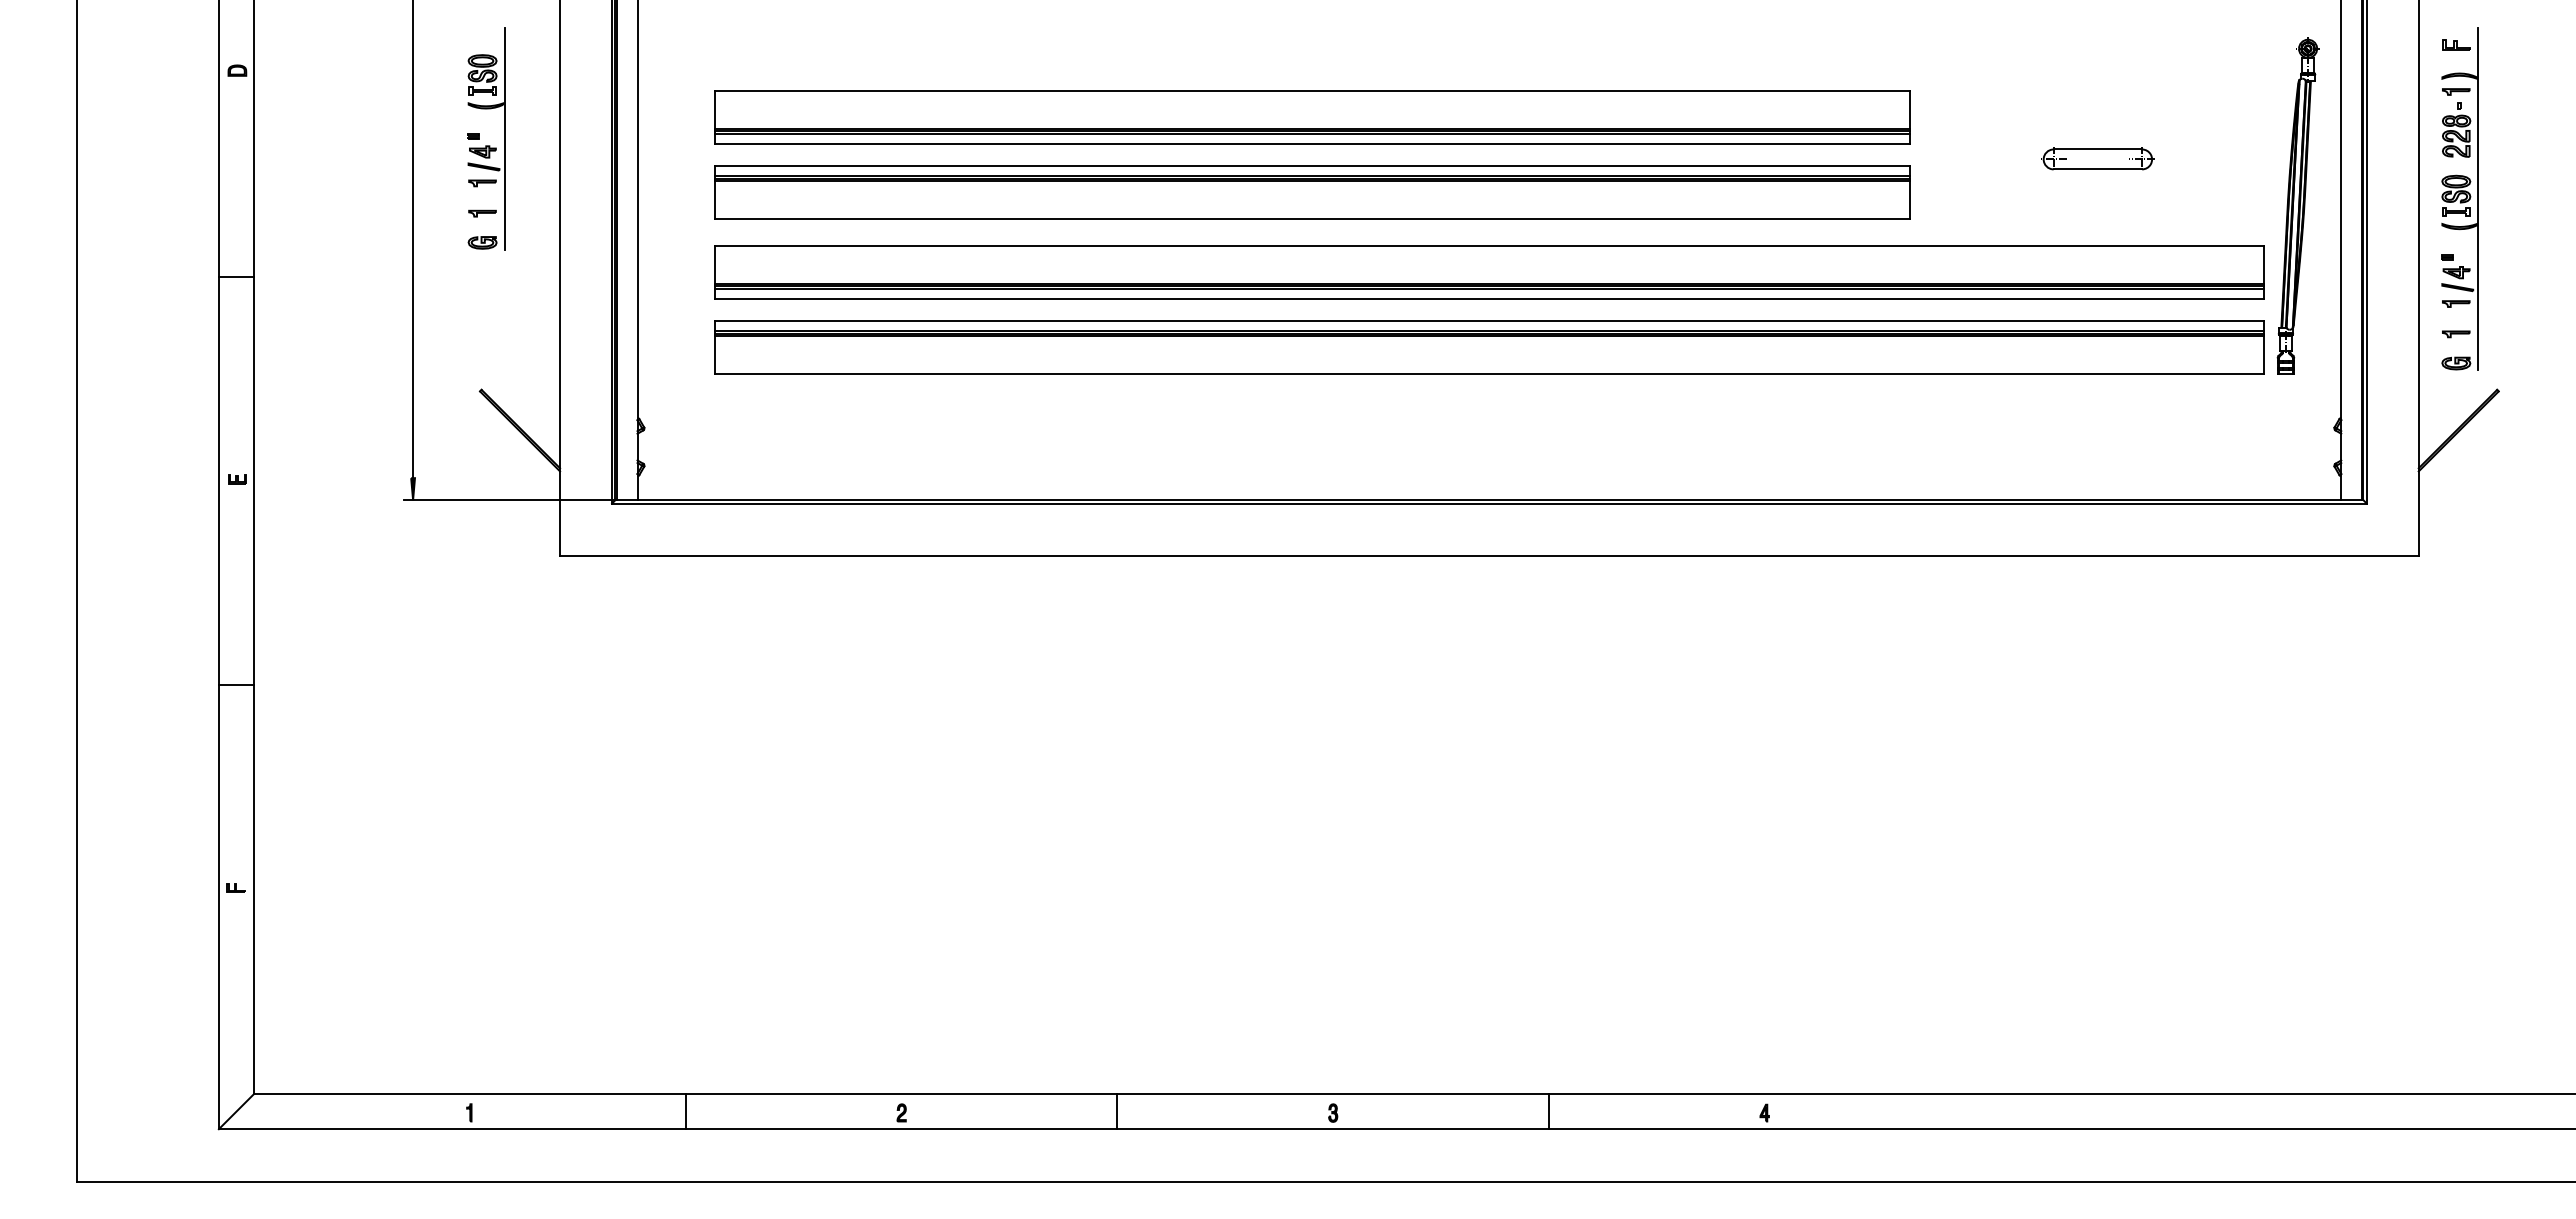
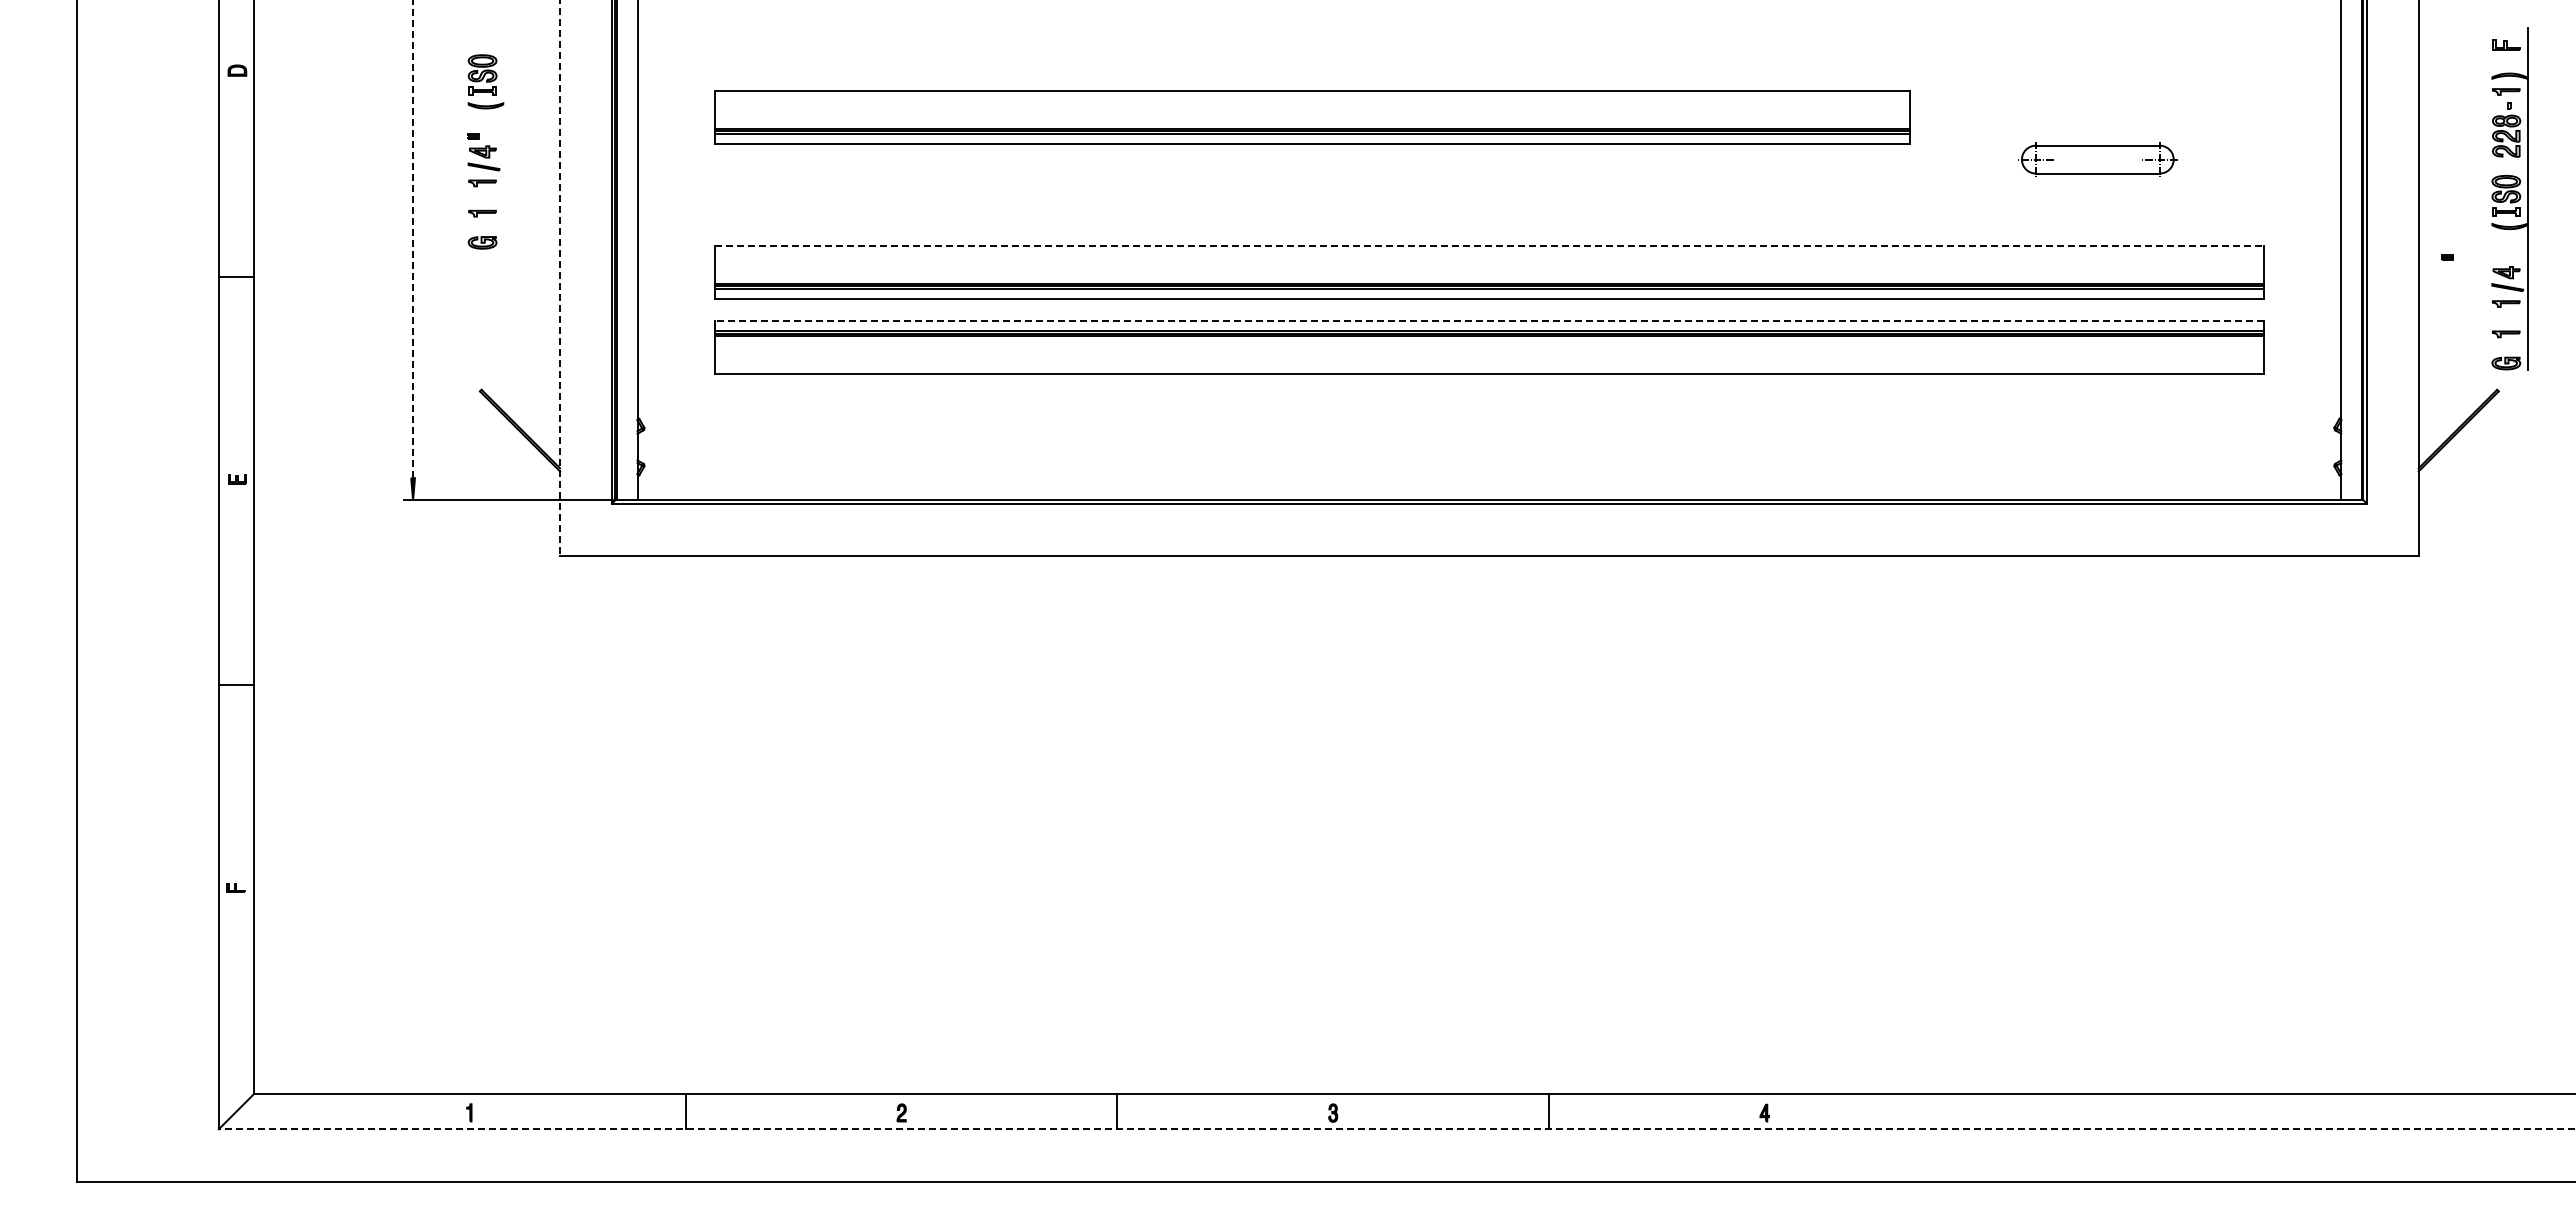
line at (504, 138): present -> none
part at (2097, 158) size: 114x24 px -> 160x35 px
part at (1312, 192): present -> none
part at (2459, 198) position: (2459, 198) -> (2509, 198)
part at (2297, 205): present -> none
line at (413, 239): solid -> dashed
line at (1489, 245): solid -> dashed
line at (560, 278): solid -> dashed
line at (1488, 320): solid -> dashed
line at (1396, 1129): solid -> dashed
